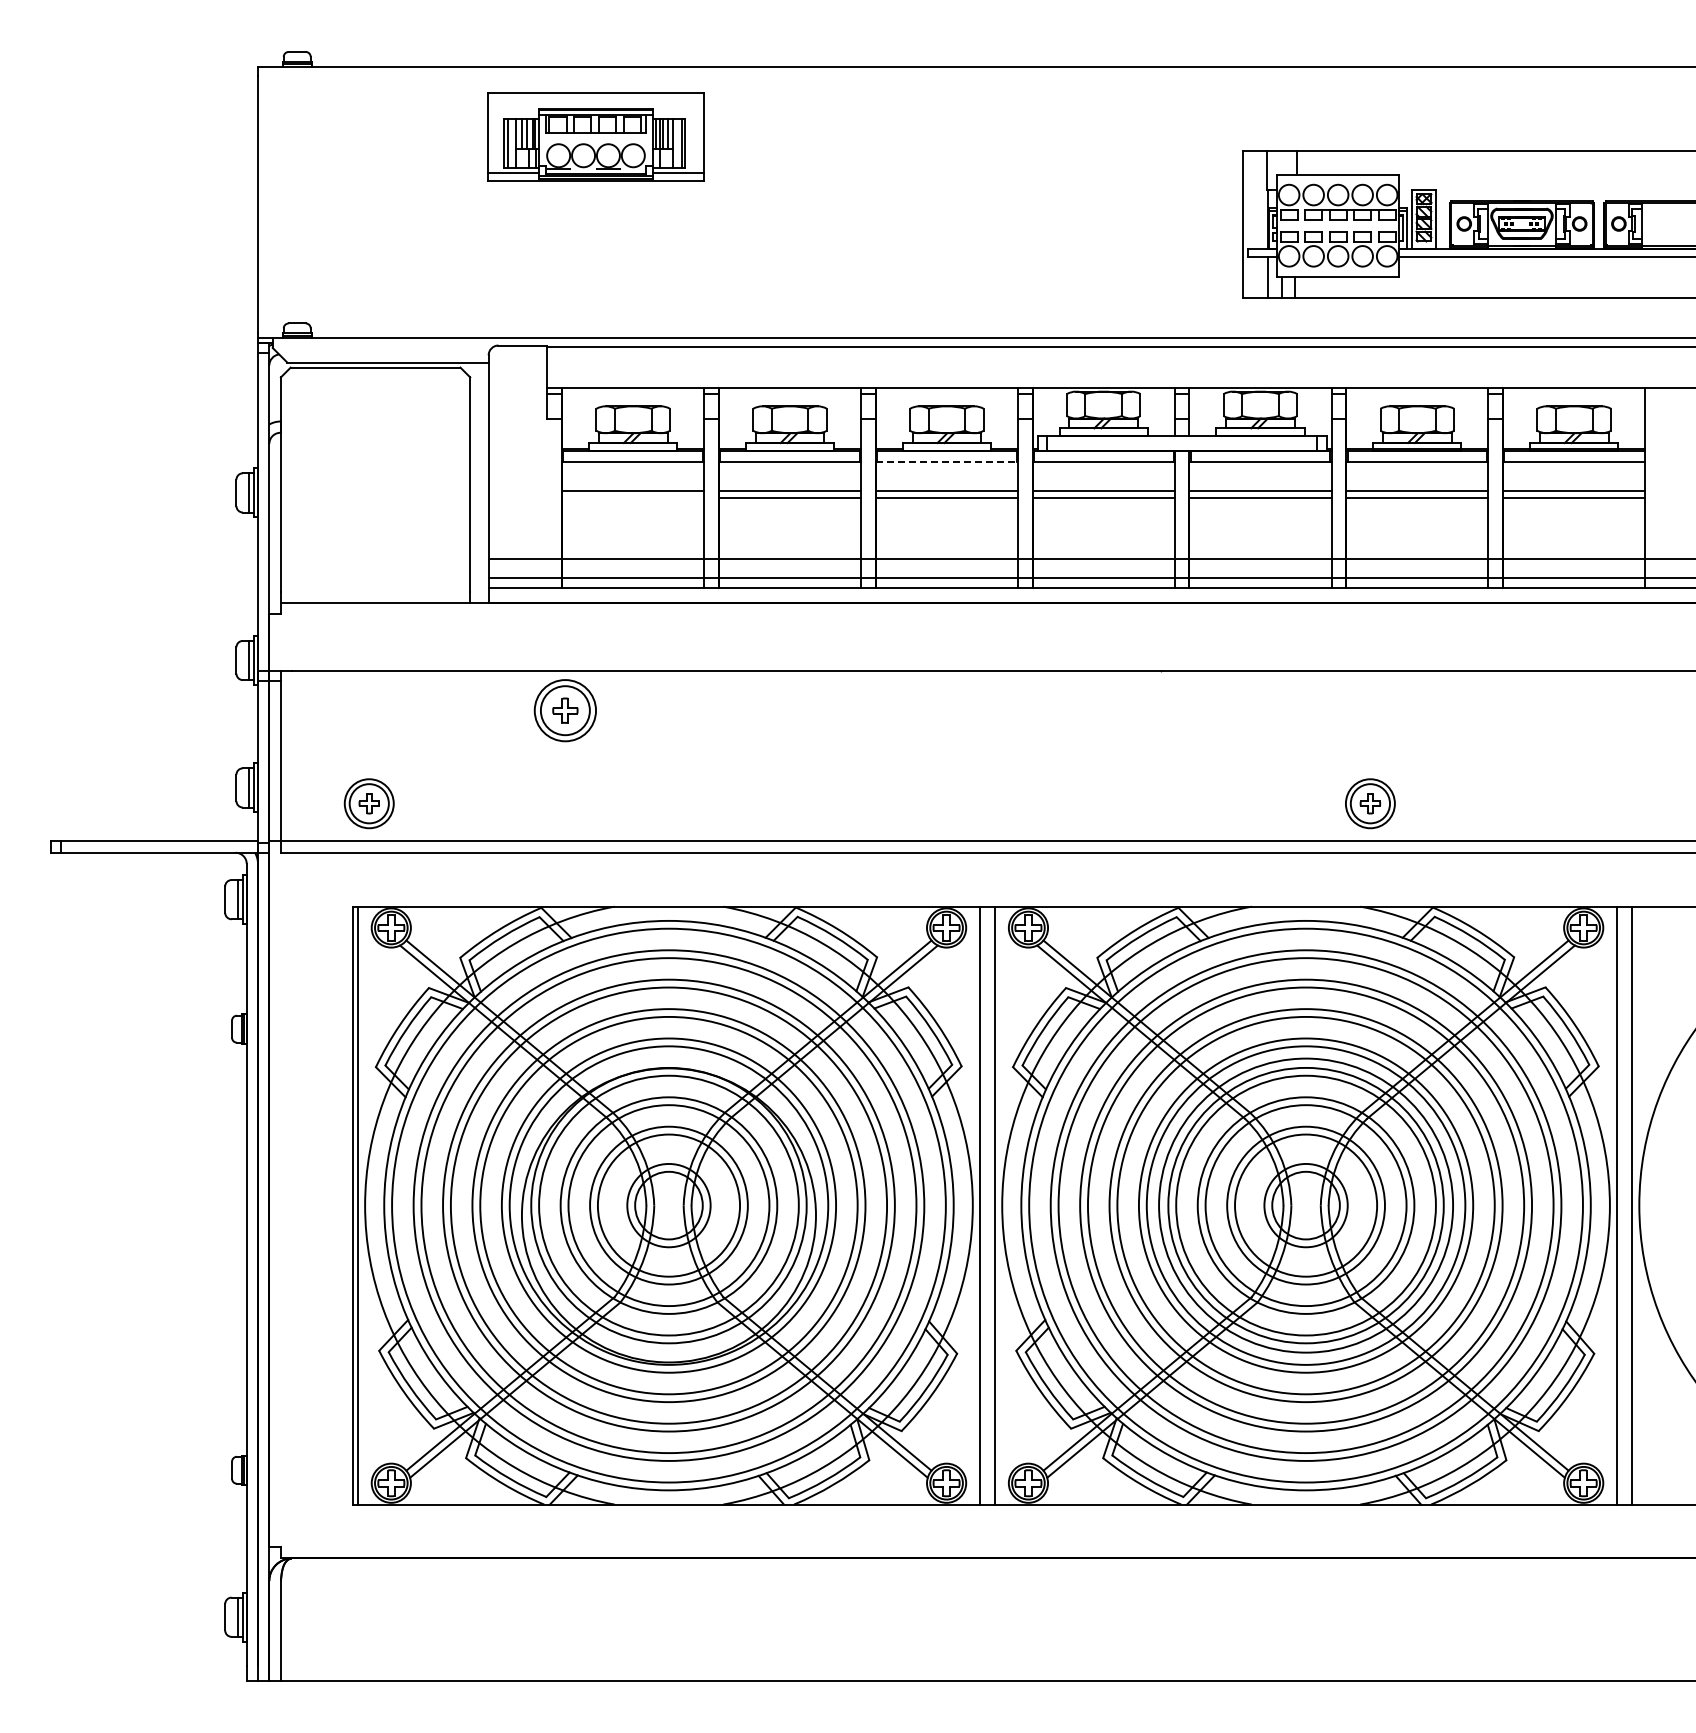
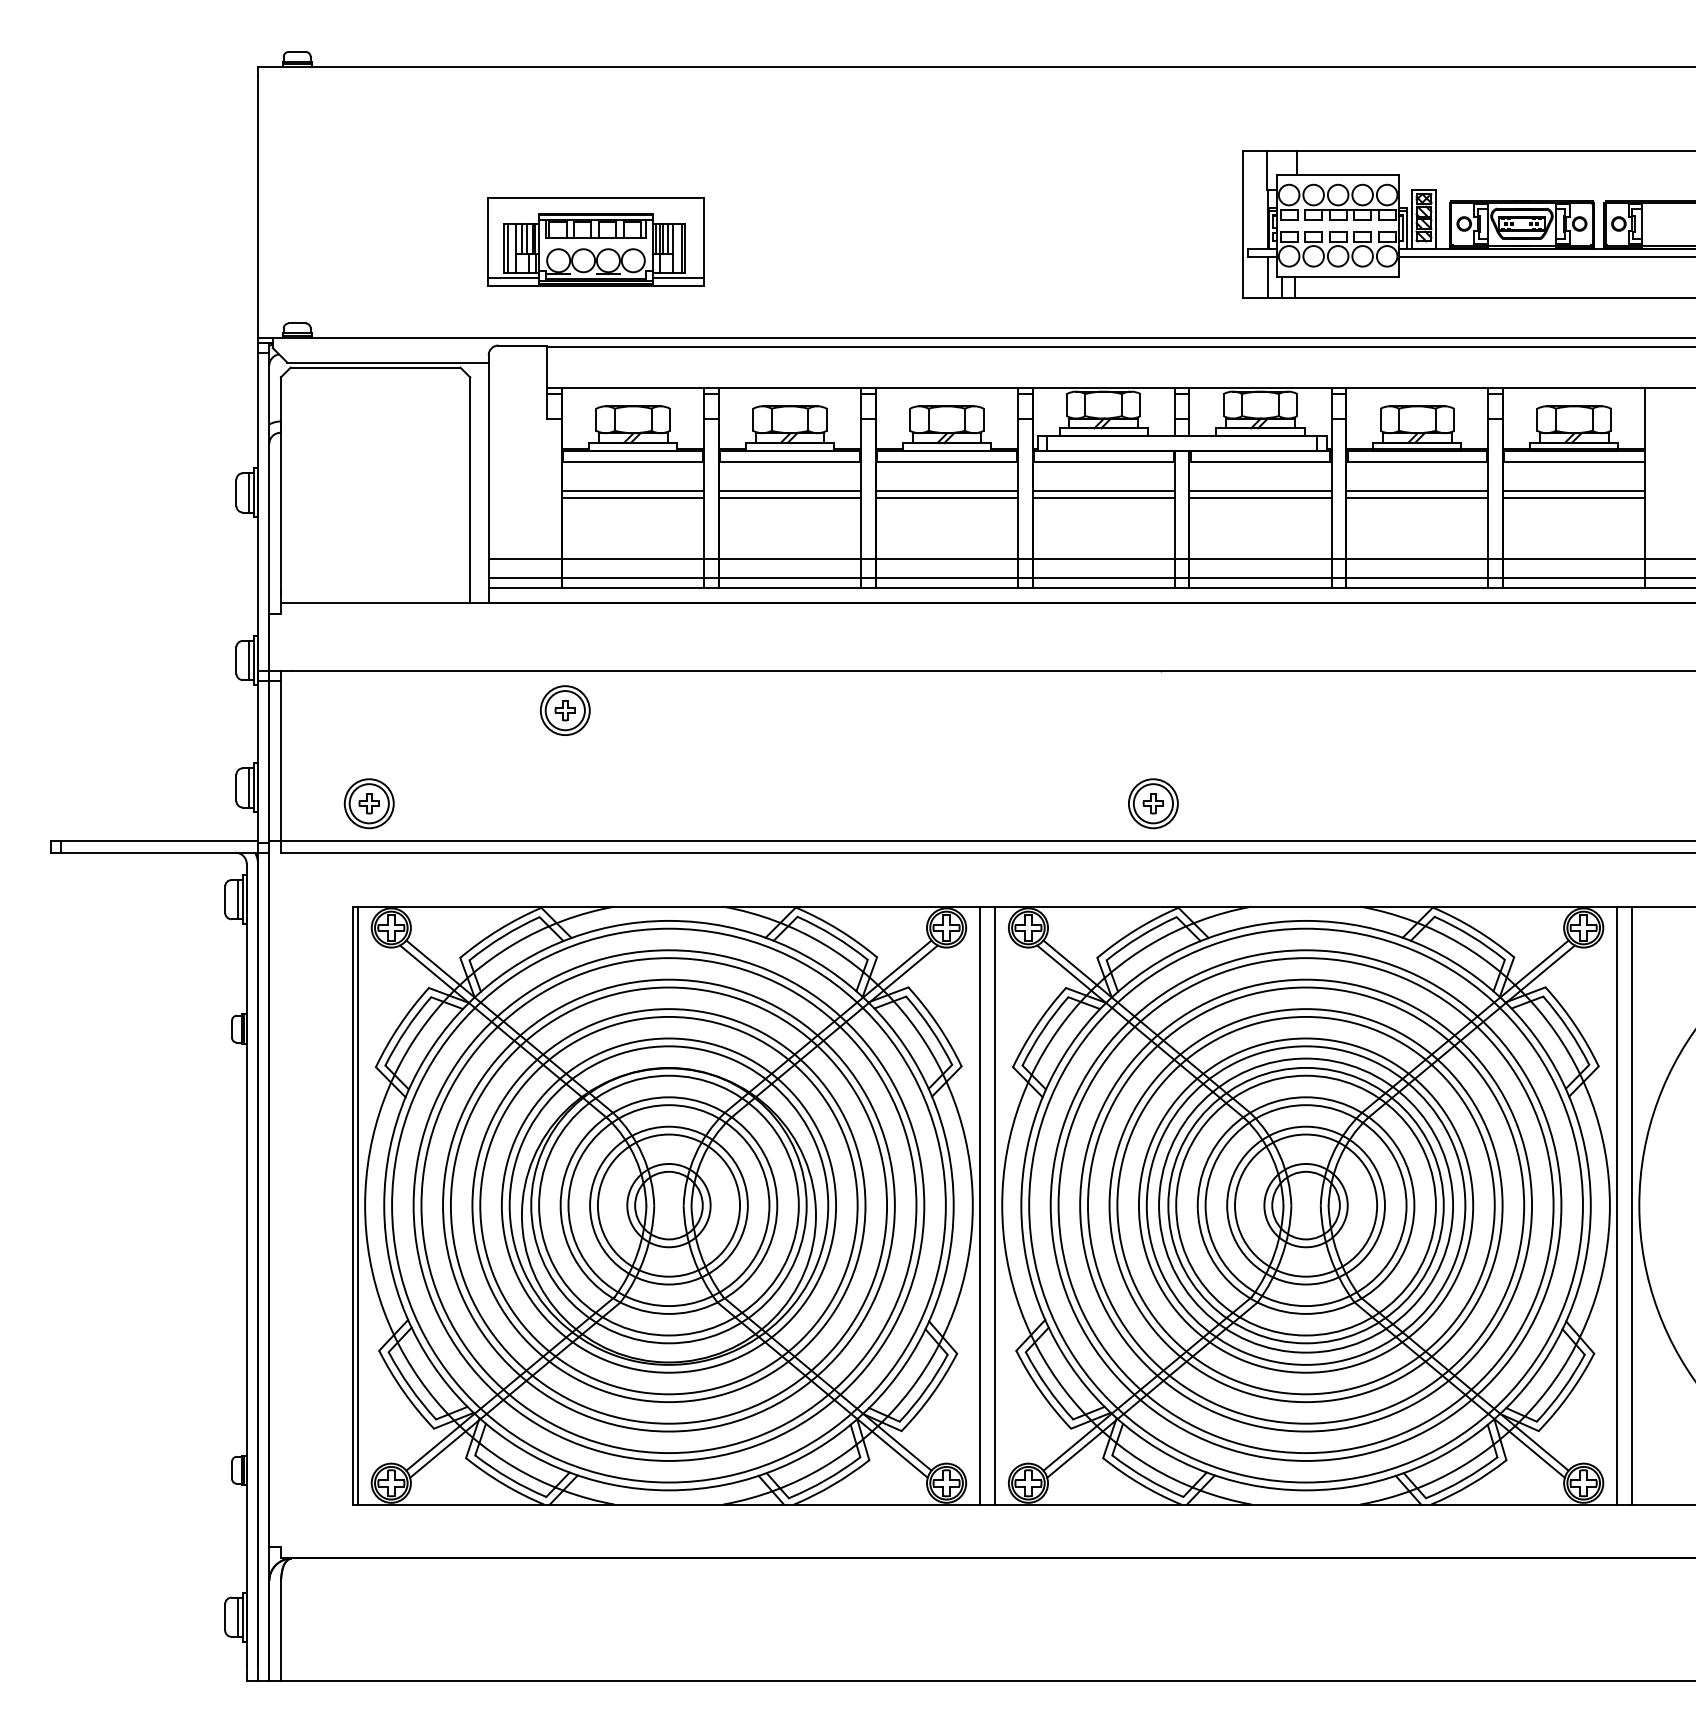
part at (595, 136) position: (595, 136) -> (595, 241)
line at (947, 461): dashed -> solid
line at (633, 498): none -> present
part at (564, 710) size: 64x64 px -> 52x51 px
part at (1370, 803) position: (1370, 803) -> (1153, 803)
